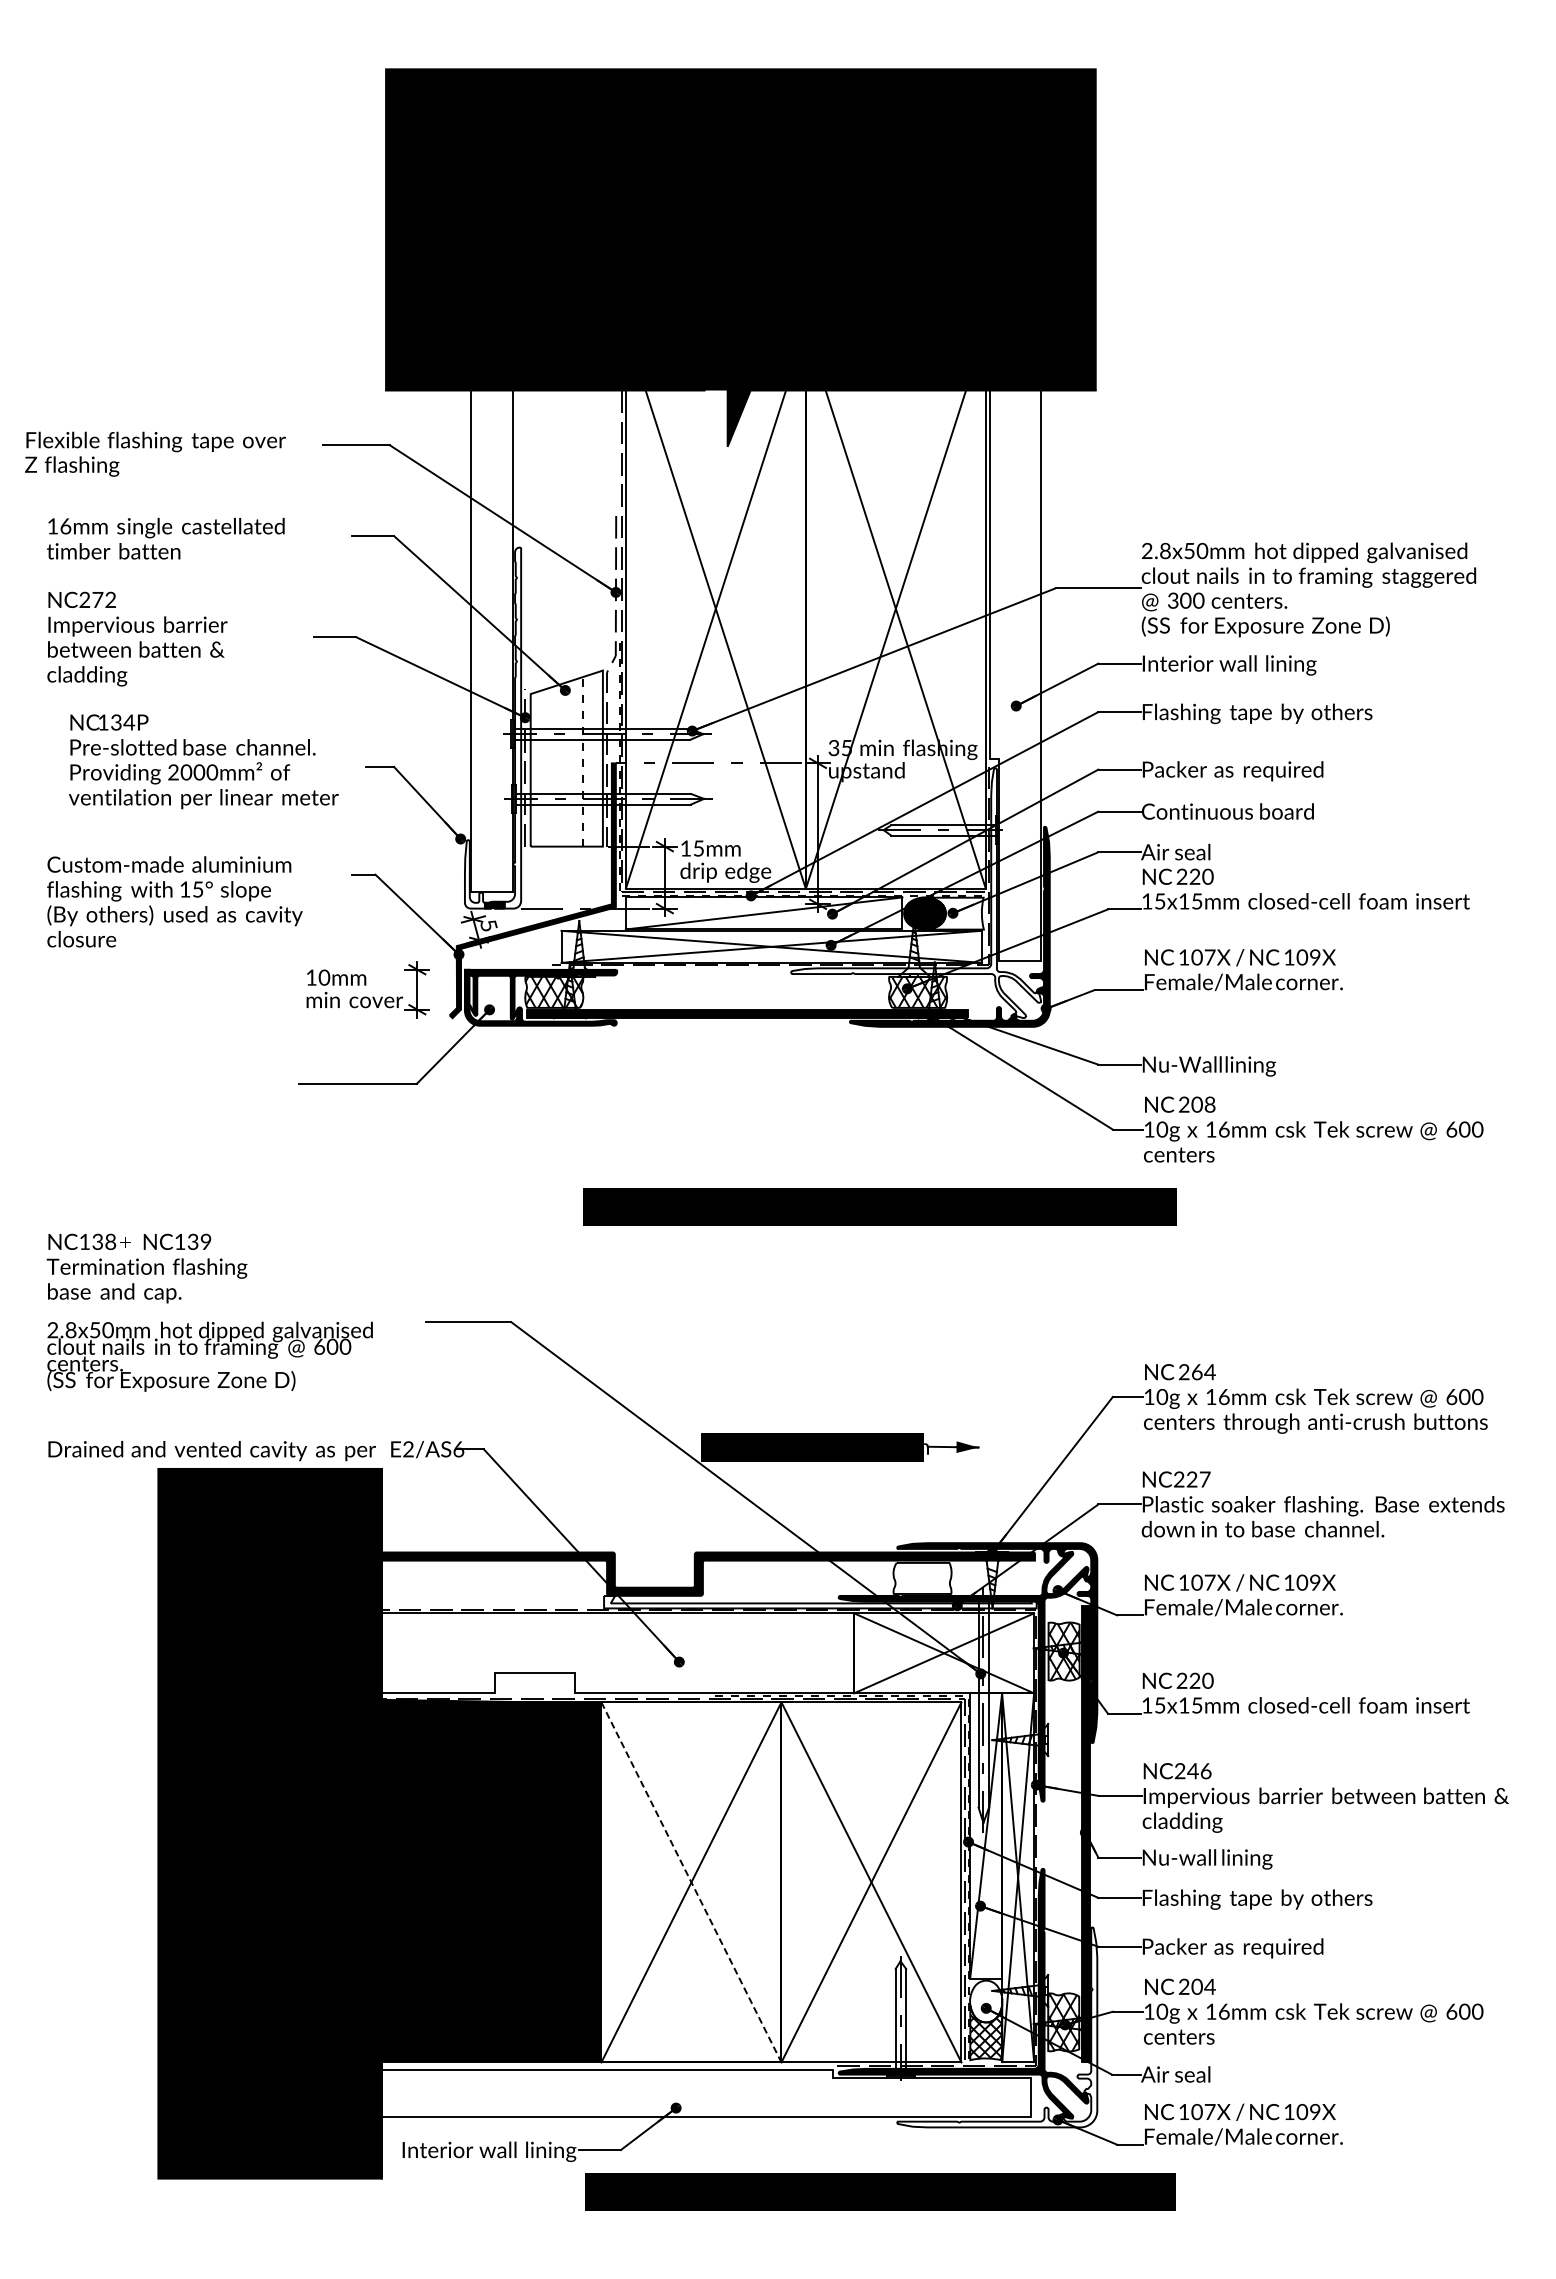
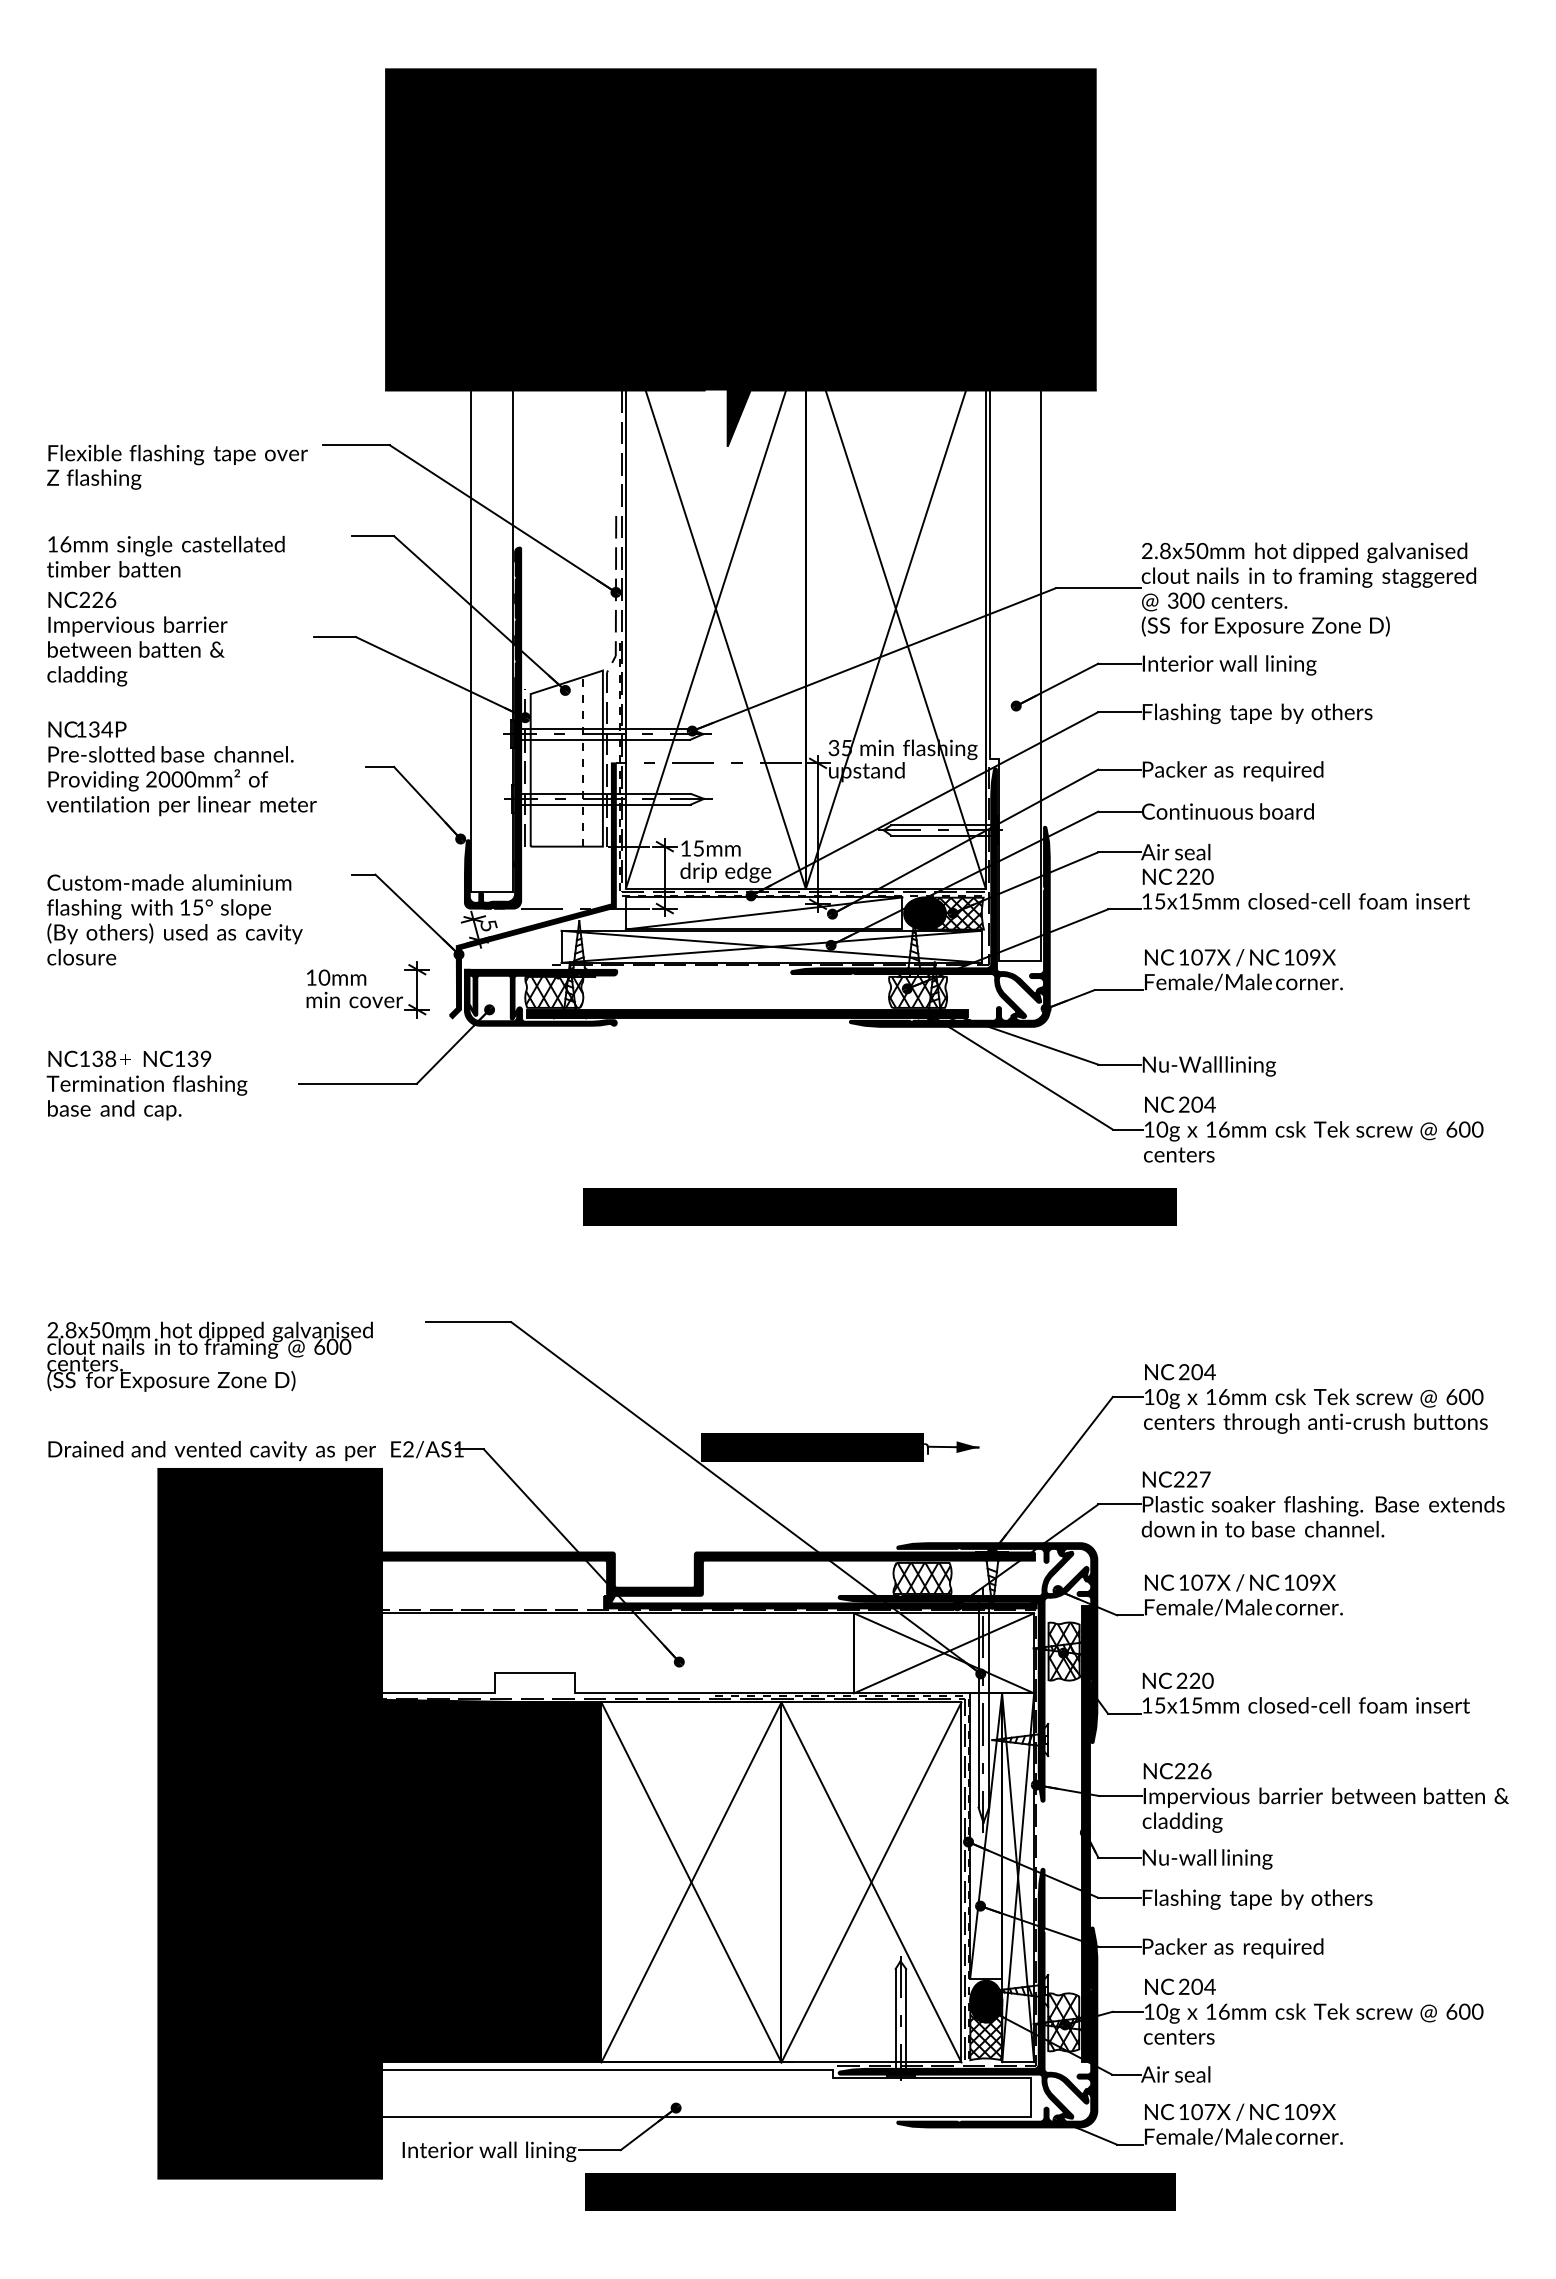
text at (155, 453) position: (155, 453) -> (177, 466)
text at (165, 538) position: (165, 538) -> (165, 556)
text at (104, 599): NC272 -> NC226
fill at (492, 727): none -> present
text at (203, 761) position: (203, 761) -> (181, 768)
fill at (916, 893): none -> present
text at (174, 901) position: (174, 901) -> (174, 919)
hatch at (956, 913): none -> present
text at (1209, 1104): 208 -> 204
text at (146, 1268) position: (146, 1268) -> (146, 1085)
text at (1196, 1371): 264 -> 204
text at (458, 1449): E2/AS6 -> E2/AS1
hatch at (922, 1577): none -> present
fill at (820, 1601): none -> present
text at (1192, 1771): NC246 -> NC226
line at (691, 1882): dashed -> solid
fill at (986, 2001): none -> present
fill at (997, 2027): none -> present
